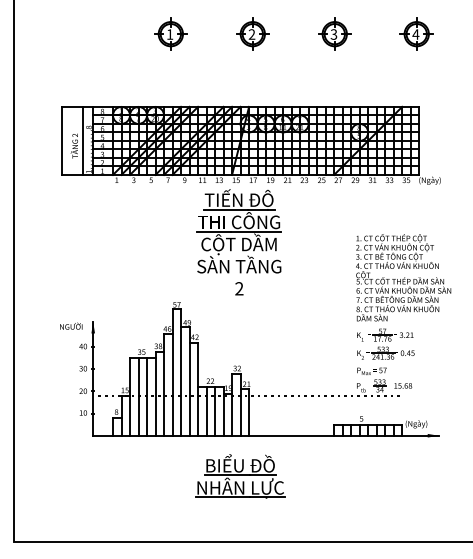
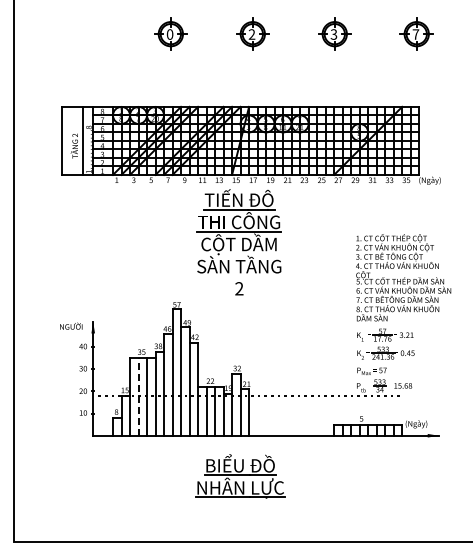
text at (169, 34): 1 -> 0
text at (415, 34): 4 -> 7
line at (138, 396): solid -> dashed
